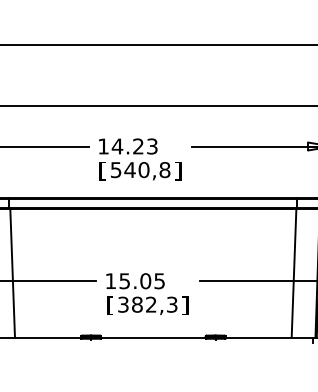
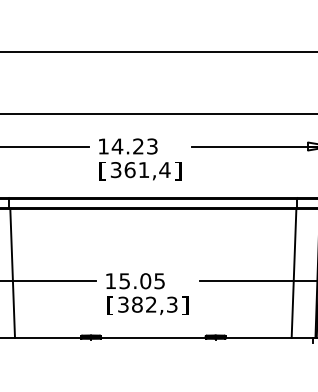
line at (158, 44) position: (158, 44) -> (158, 51)
line at (158, 106) position: (158, 106) -> (158, 114)
text at (140, 170): 540,8 -> 361,4
